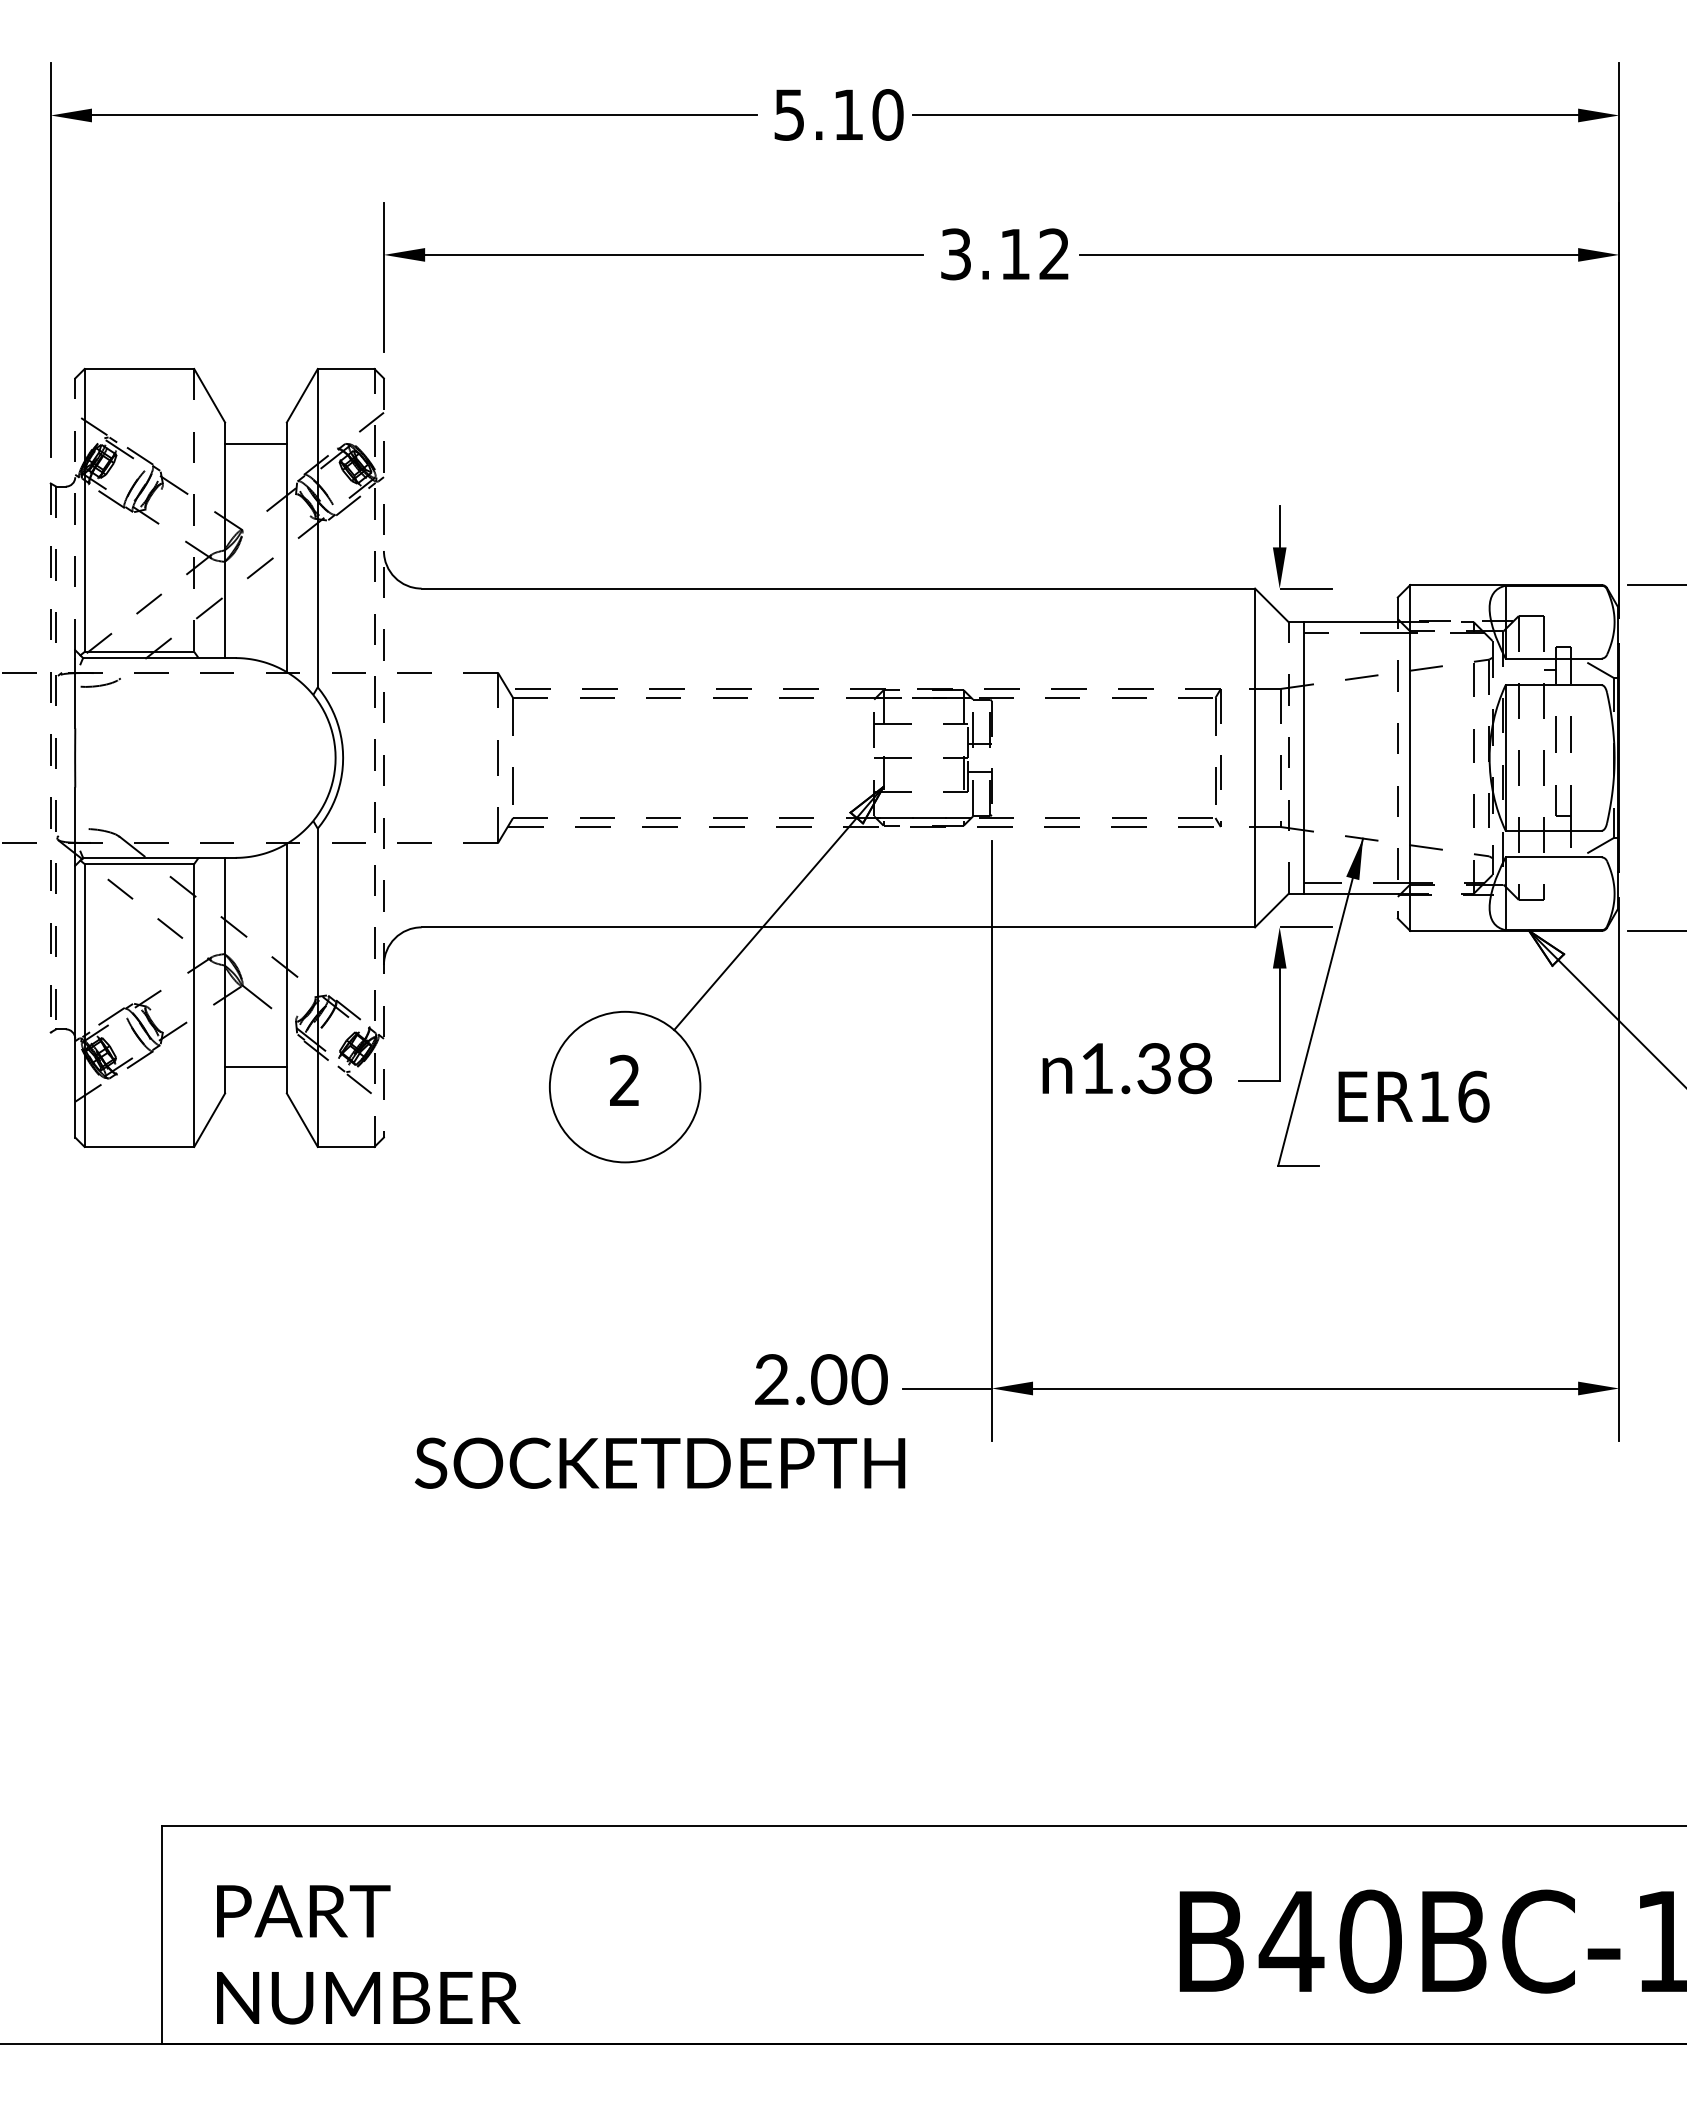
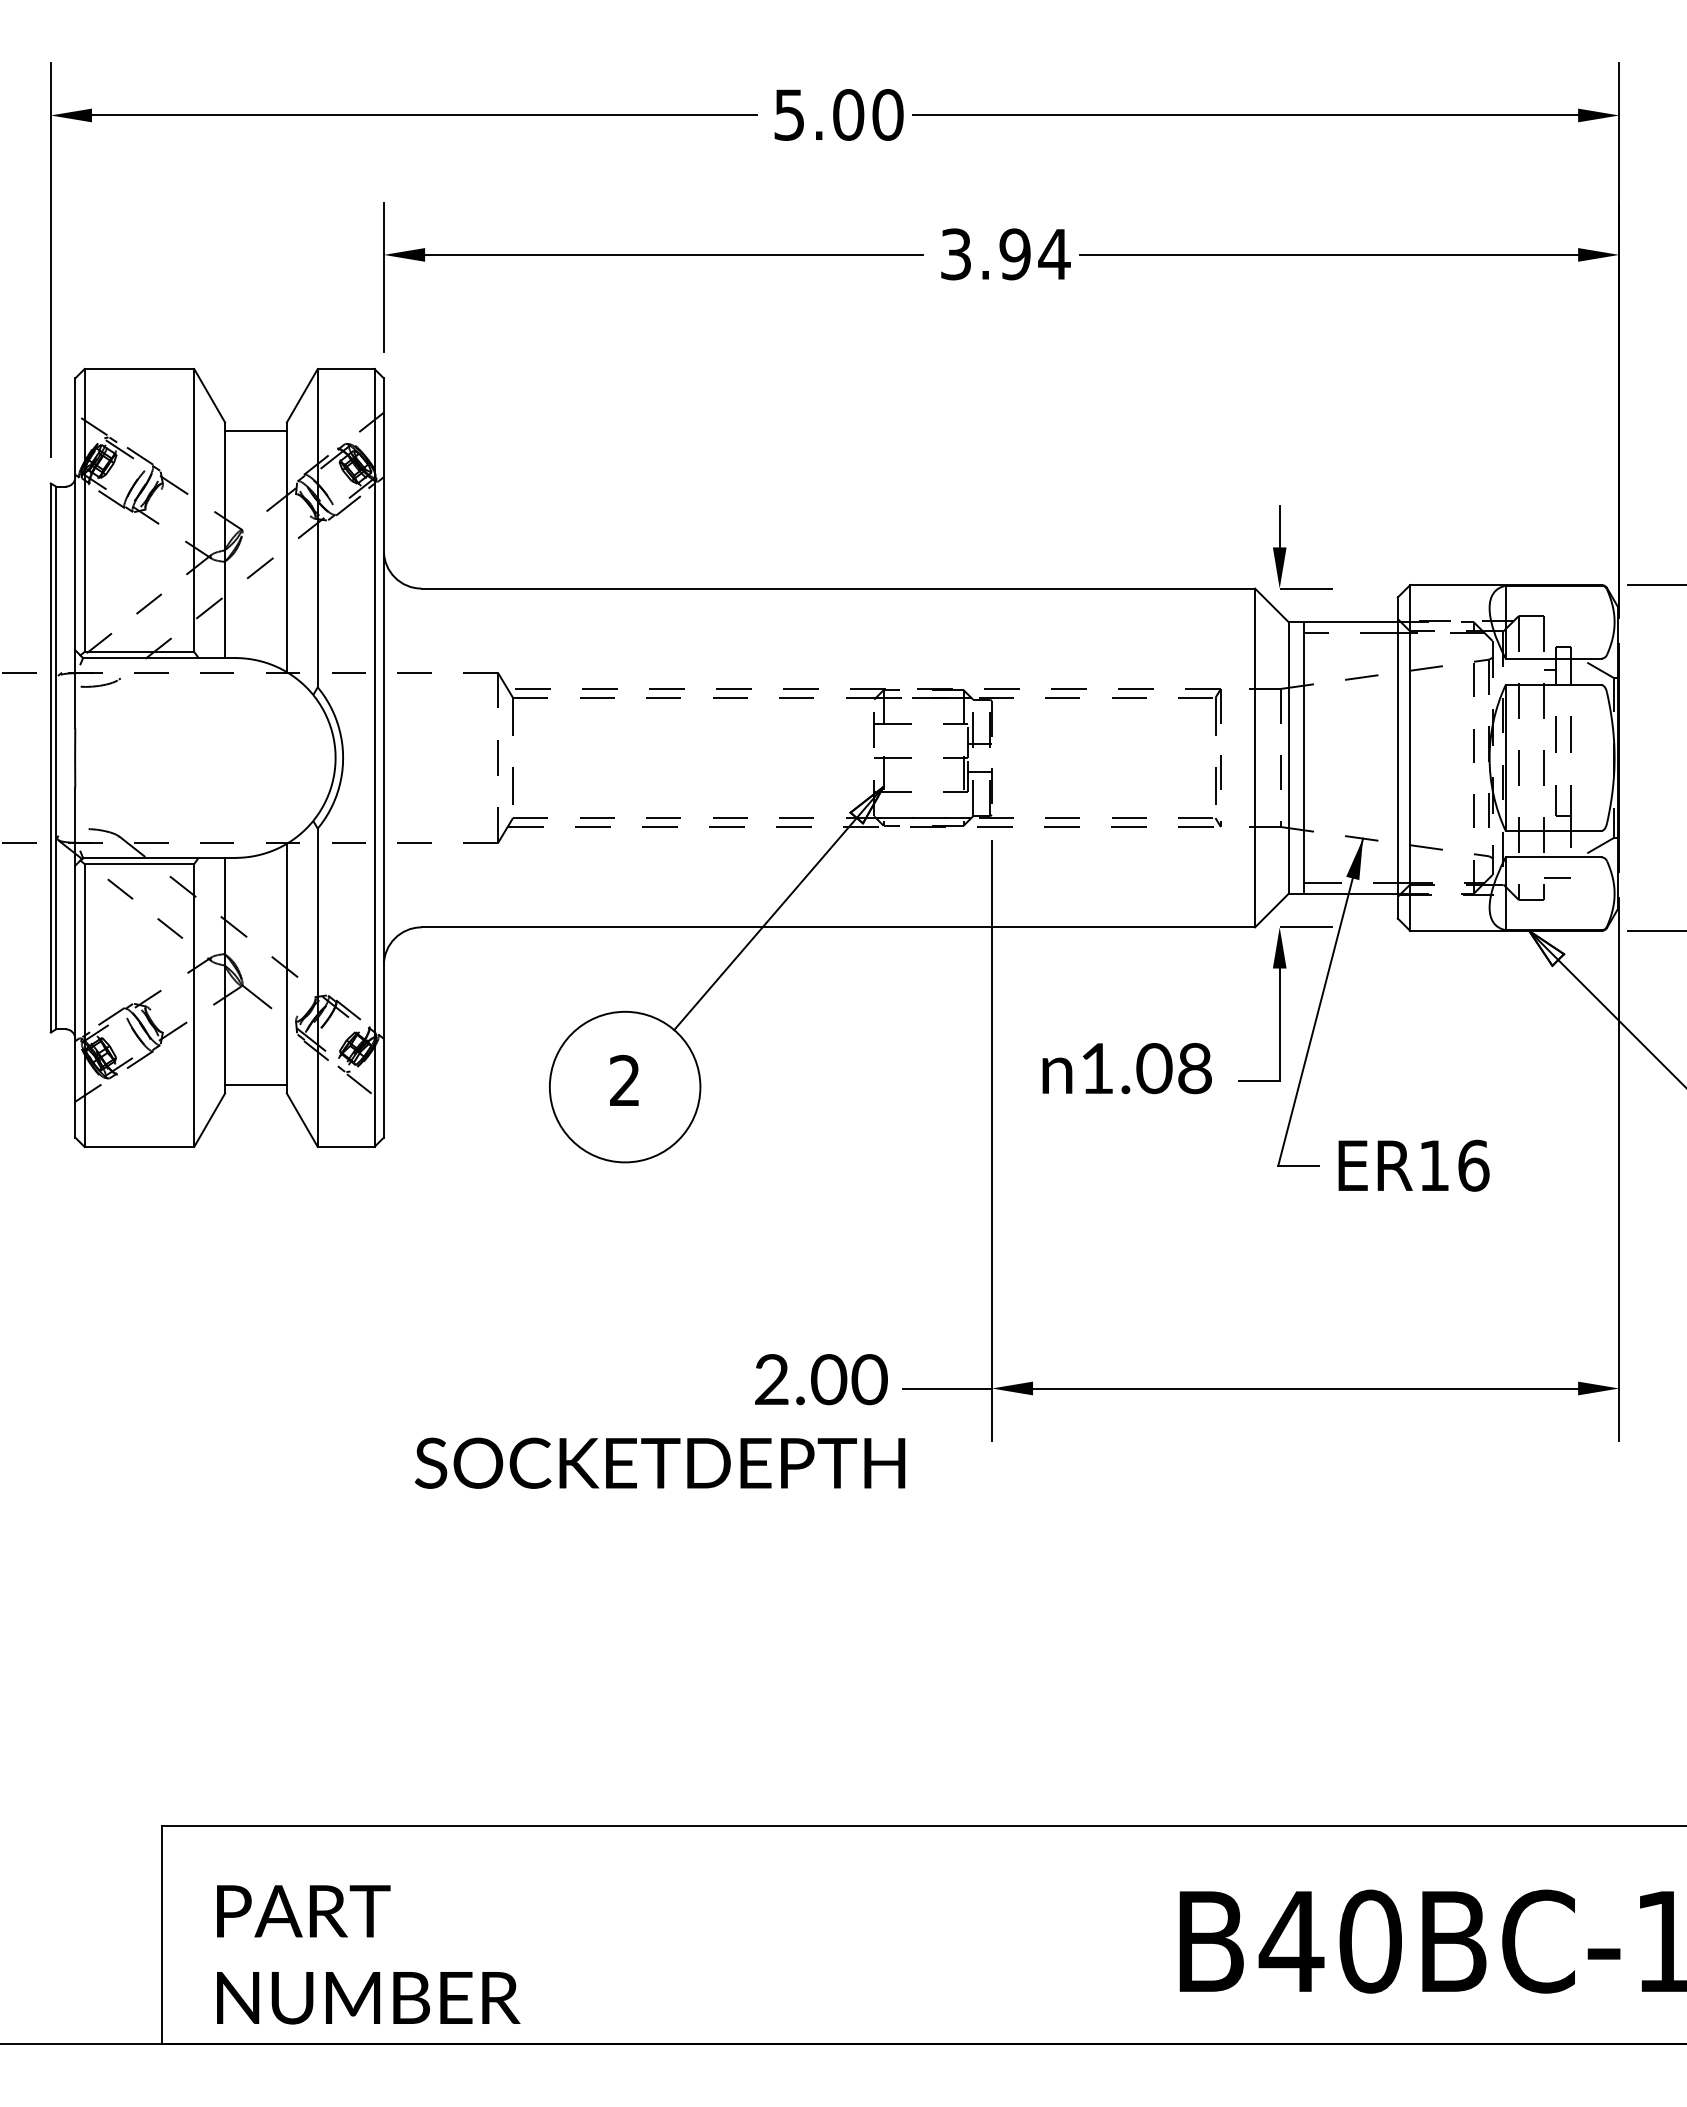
text at (848, 114): 5.10 -> 5.00
text at (1034, 254): 3.12 -> 3.94
line at (255, 443) position: (255, 443) -> (255, 430)
line at (194, 510): dashed -> solid
line at (75, 514): dashed -> solid
line at (374, 757): dashed -> solid
line at (383, 757): dashed -> solid
line at (1288, 757): dashed -> solid
line at (1397, 757): dashed -> solid
line at (50, 758): dashed -> solid
line at (56, 758): dashed -> solid
line at (1556, 877): none -> present
line at (255, 1067) position: (255, 1067) -> (255, 1085)
text at (1154, 1068): 1.38 -> 1.08
text at (1413, 1096) position: (1413, 1096) -> (1413, 1165)
